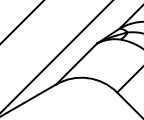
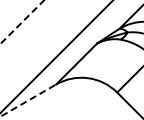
line at (22, 22): solid -> dashed
line at (28, 100): solid -> dashed
